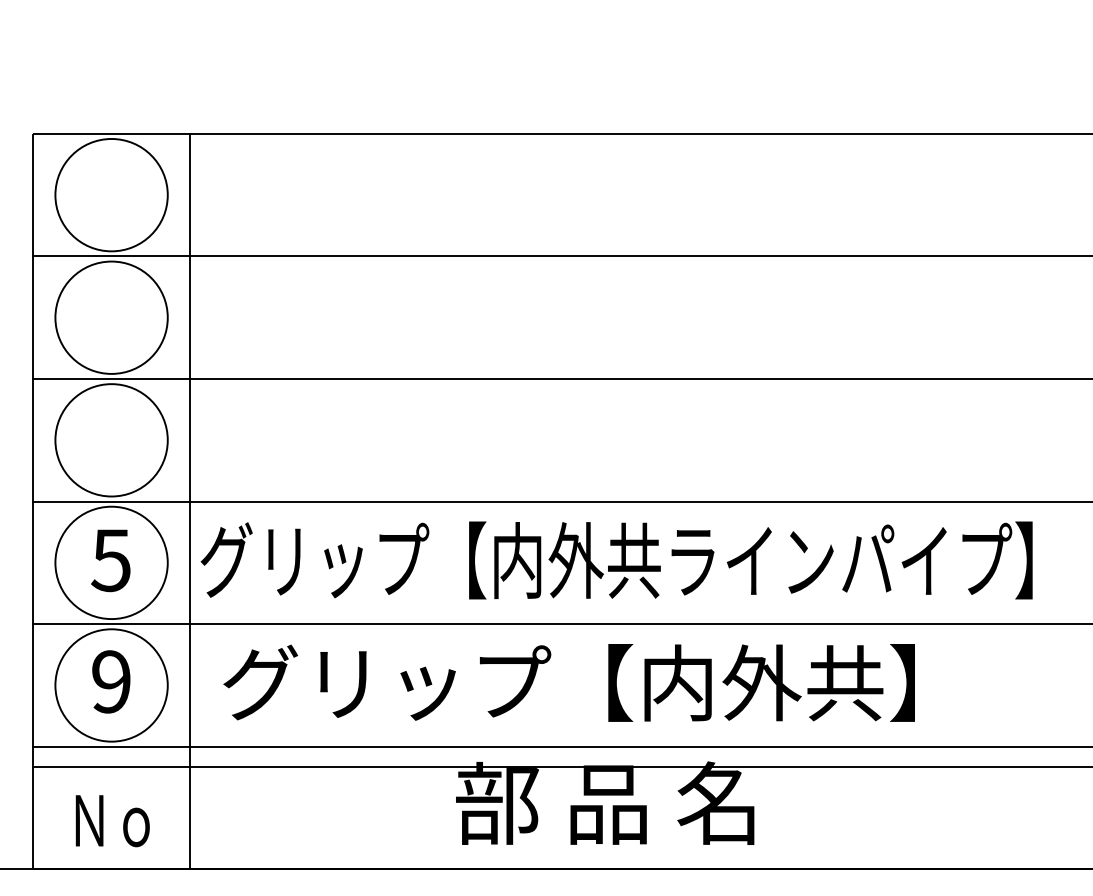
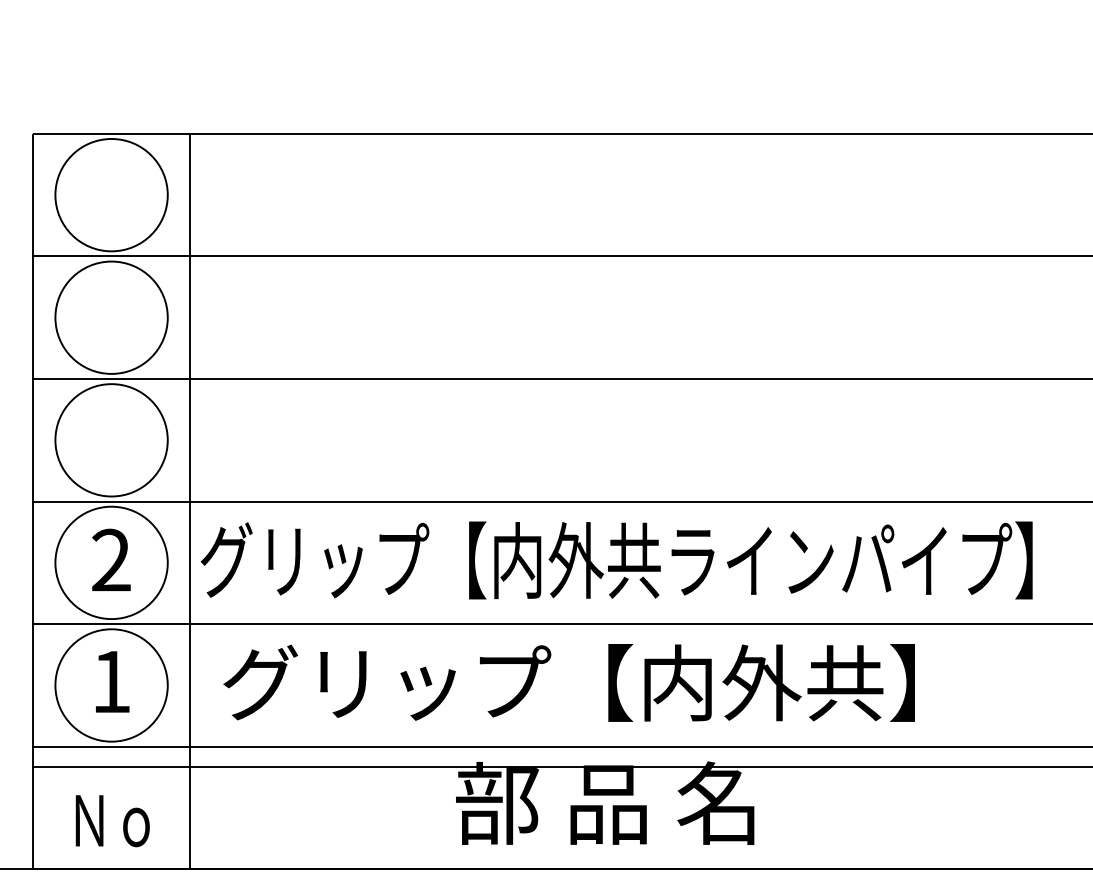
text at (110, 560): 5 -> 2
text at (111, 681): 9 -> 1
